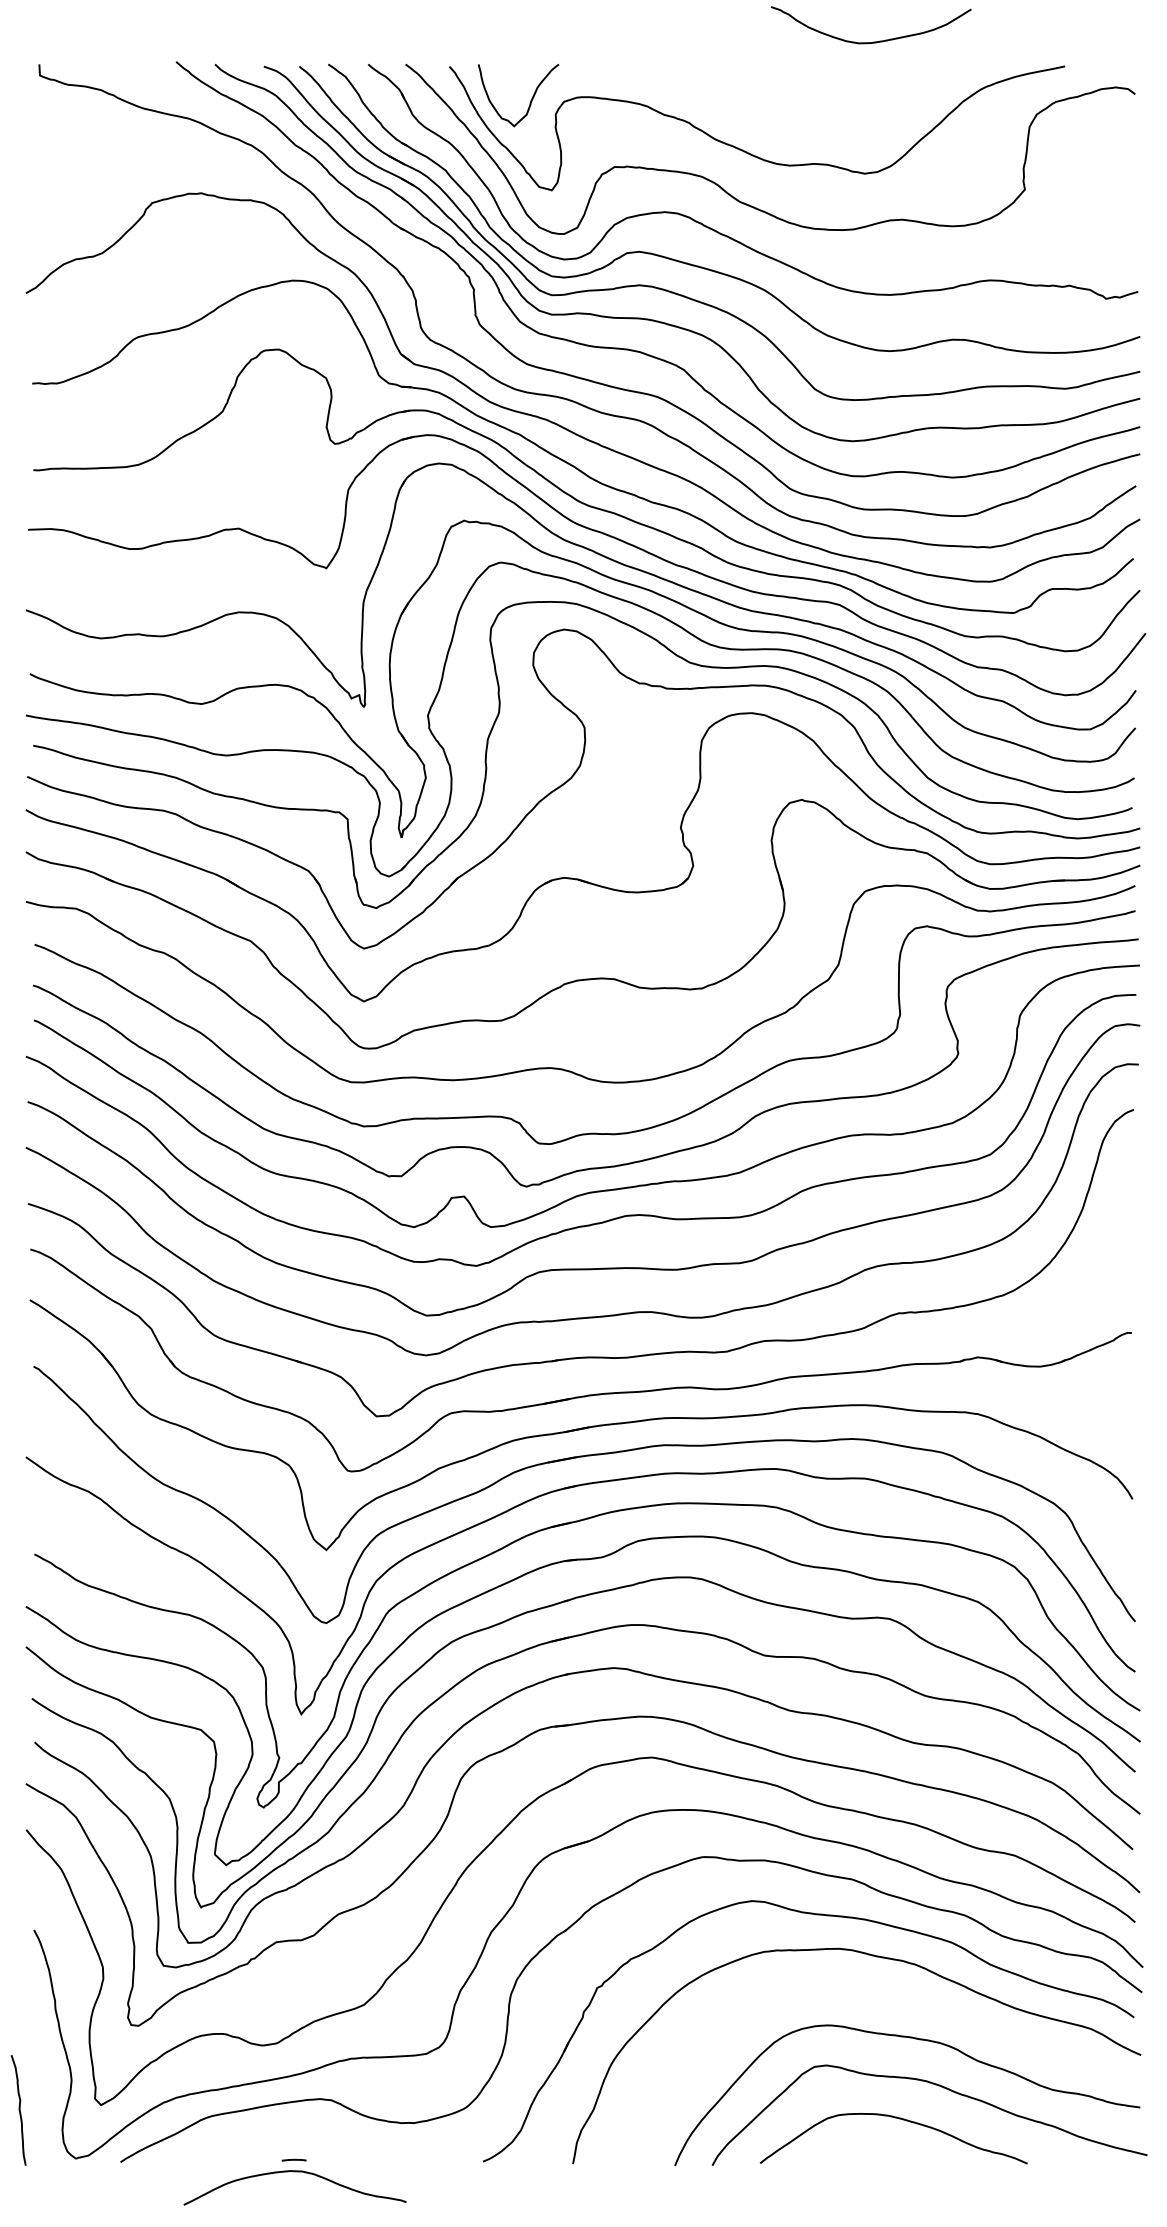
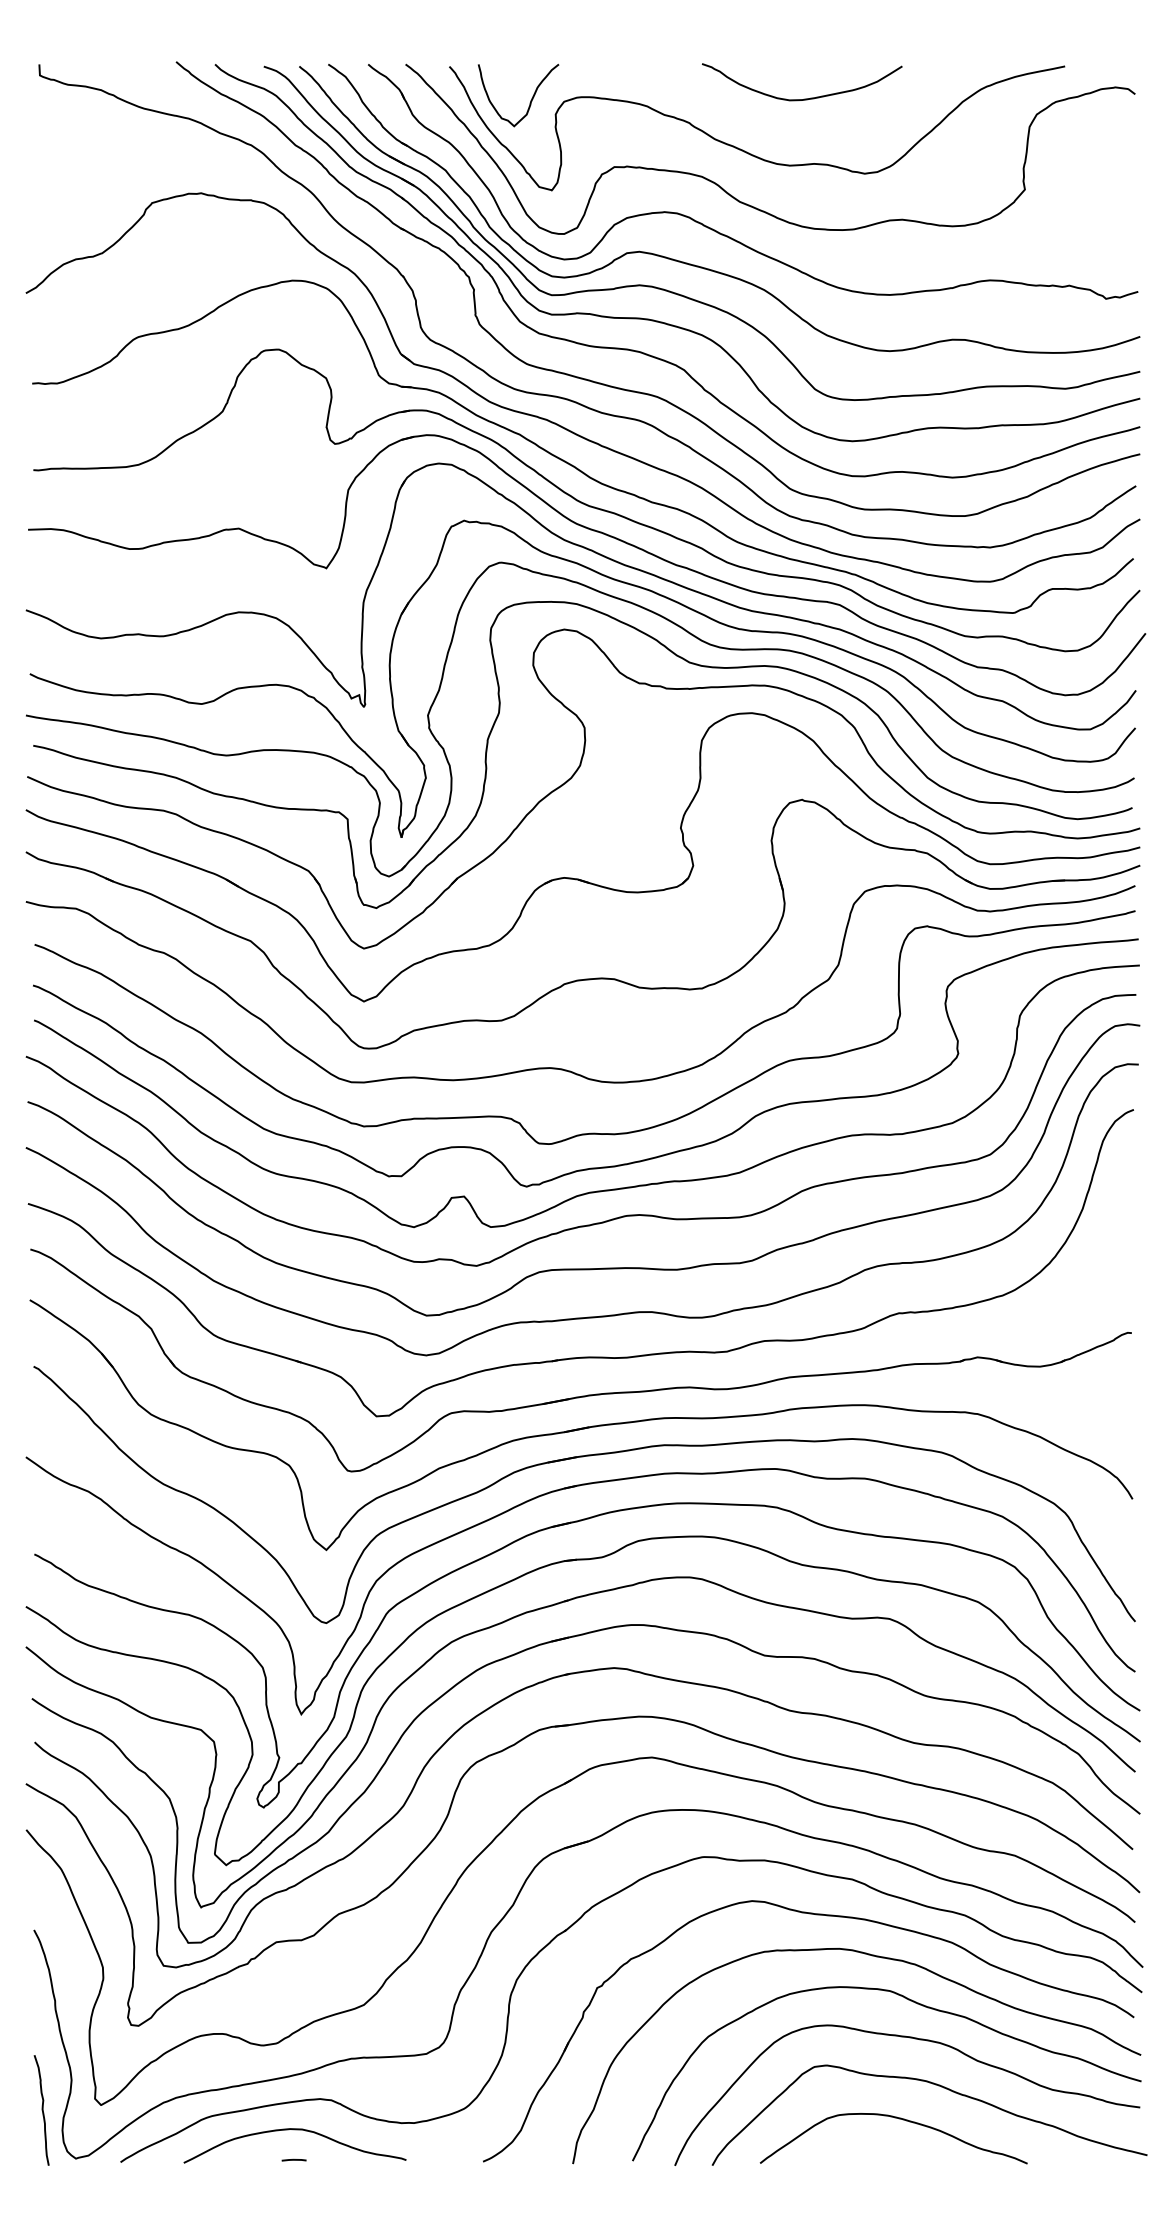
curve at (873, 41) position: (873, 41) -> (804, 98)
curve at (917, 2004): none -> present
curve at (18, 2110) position: (18, 2110) -> (41, 2110)
curve at (294, 2172) position: (294, 2172) -> (294, 2130)
